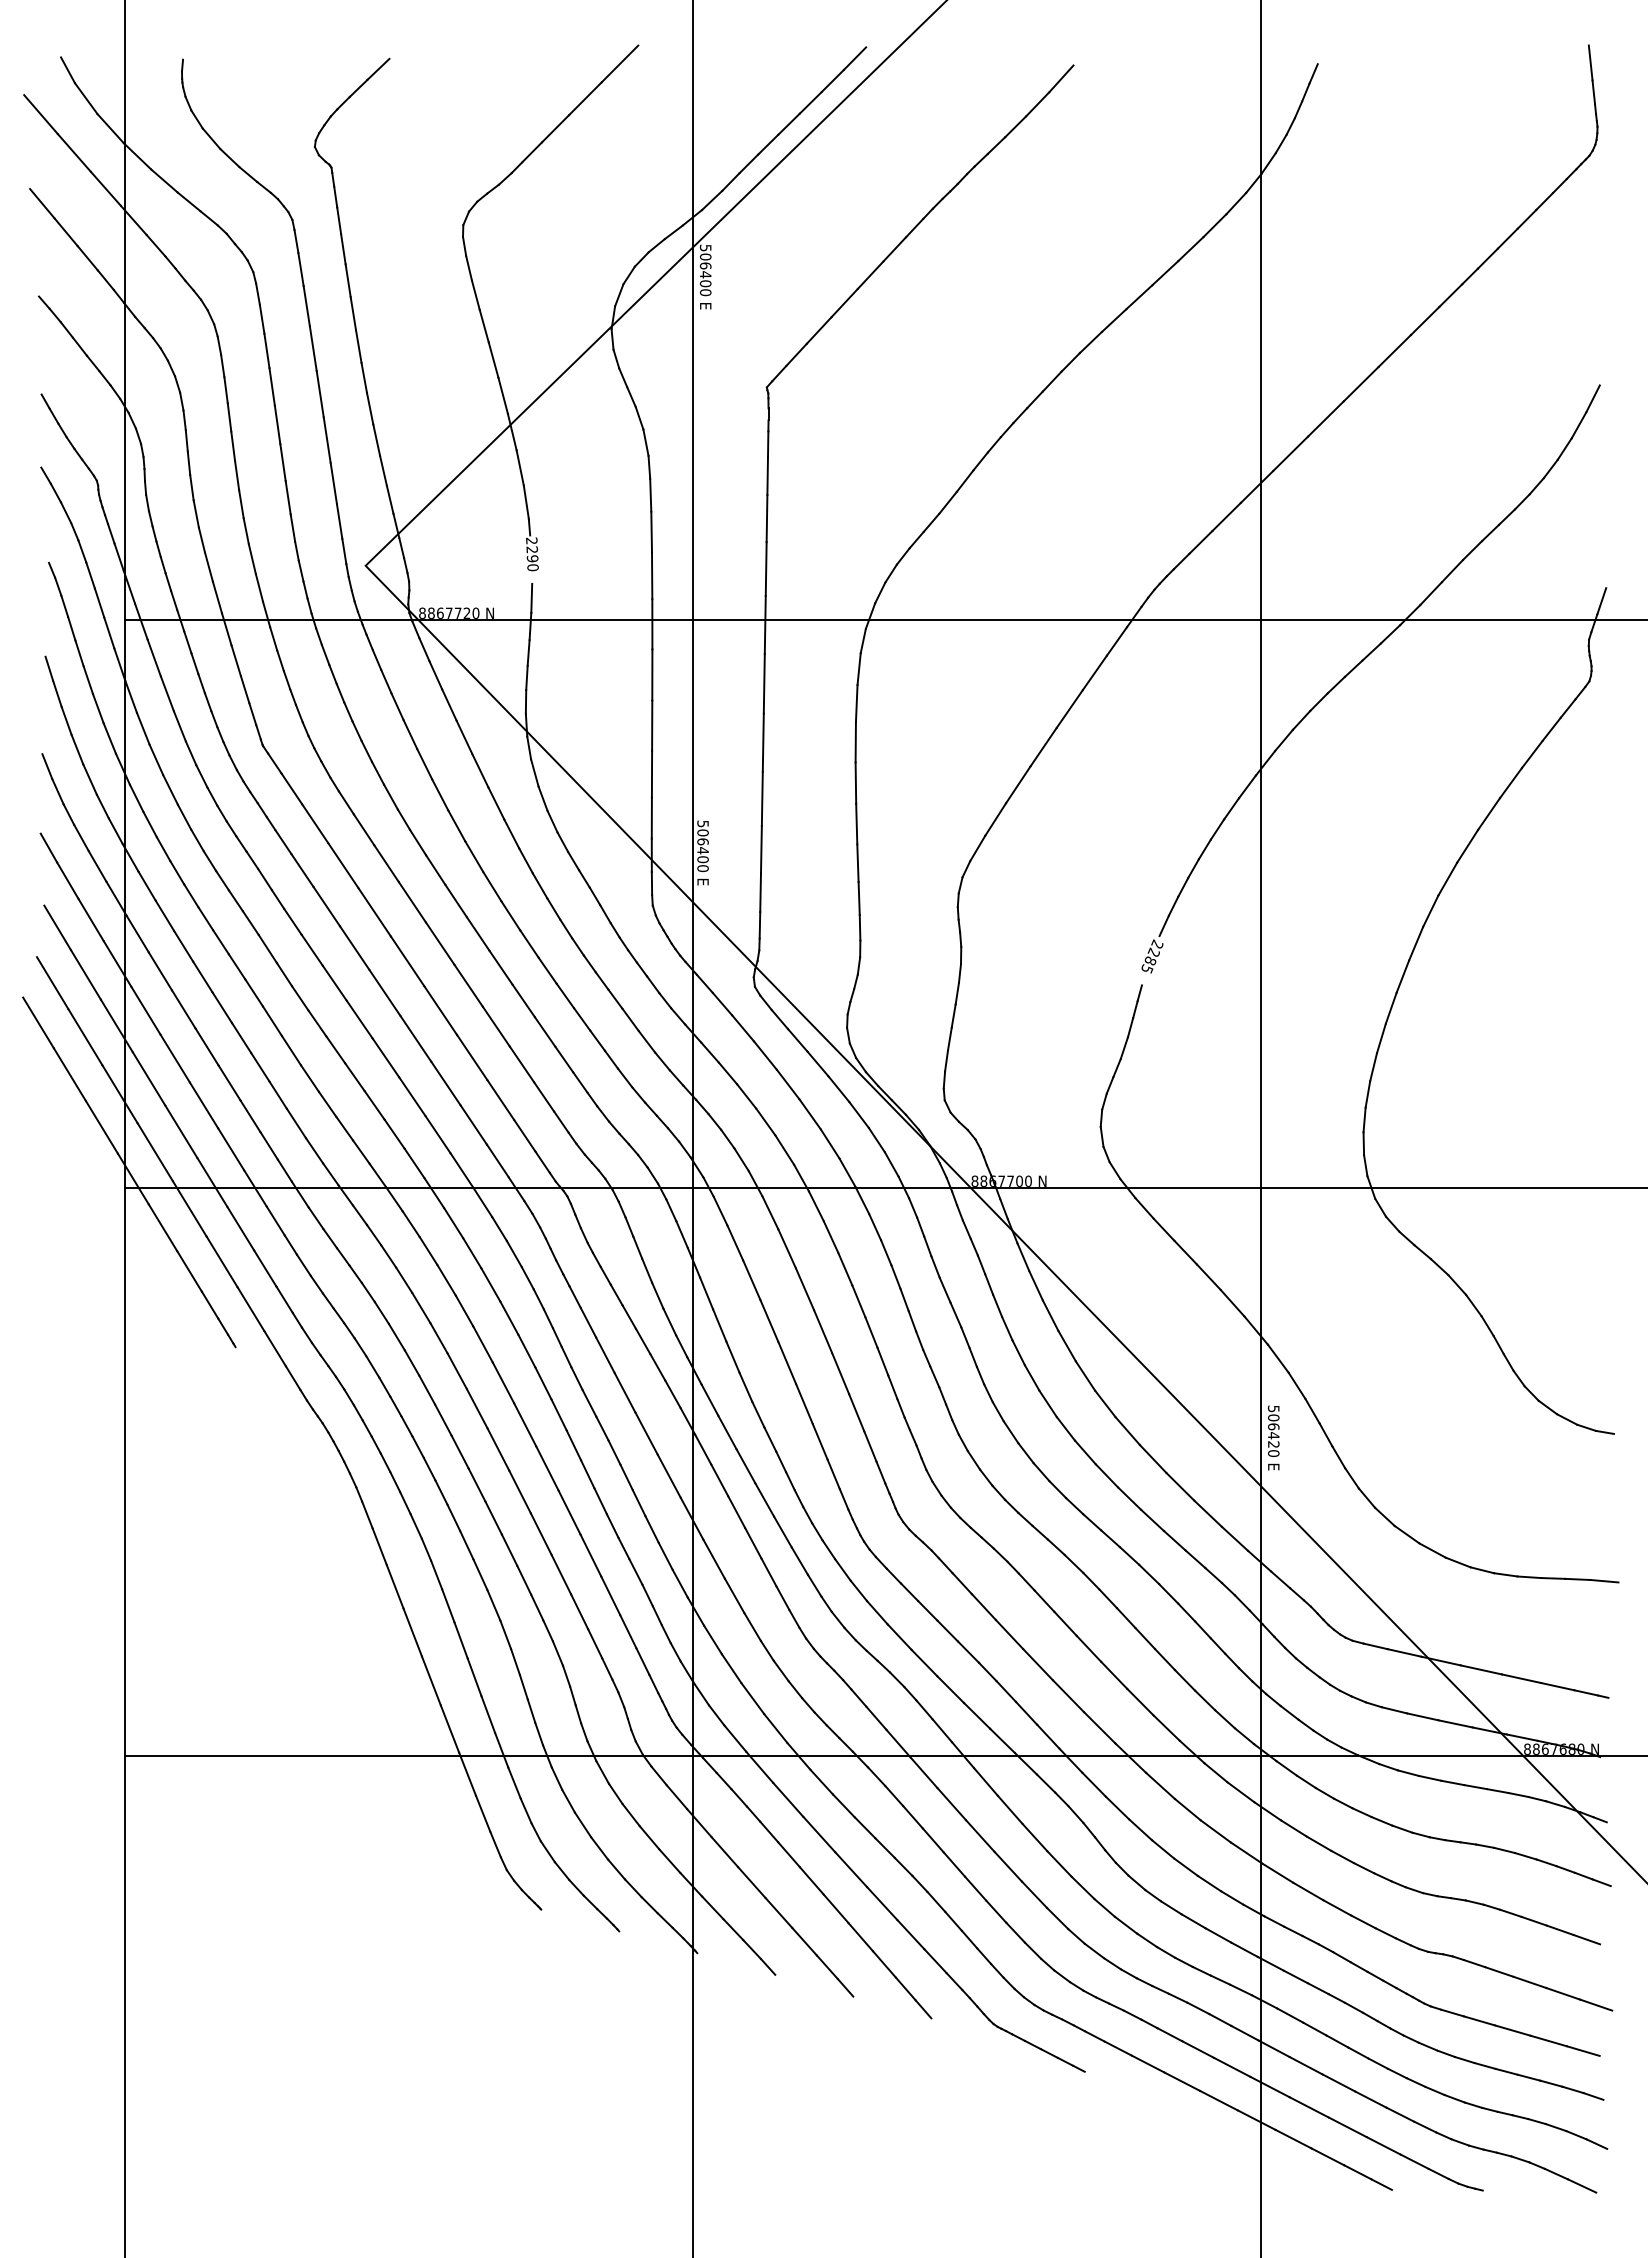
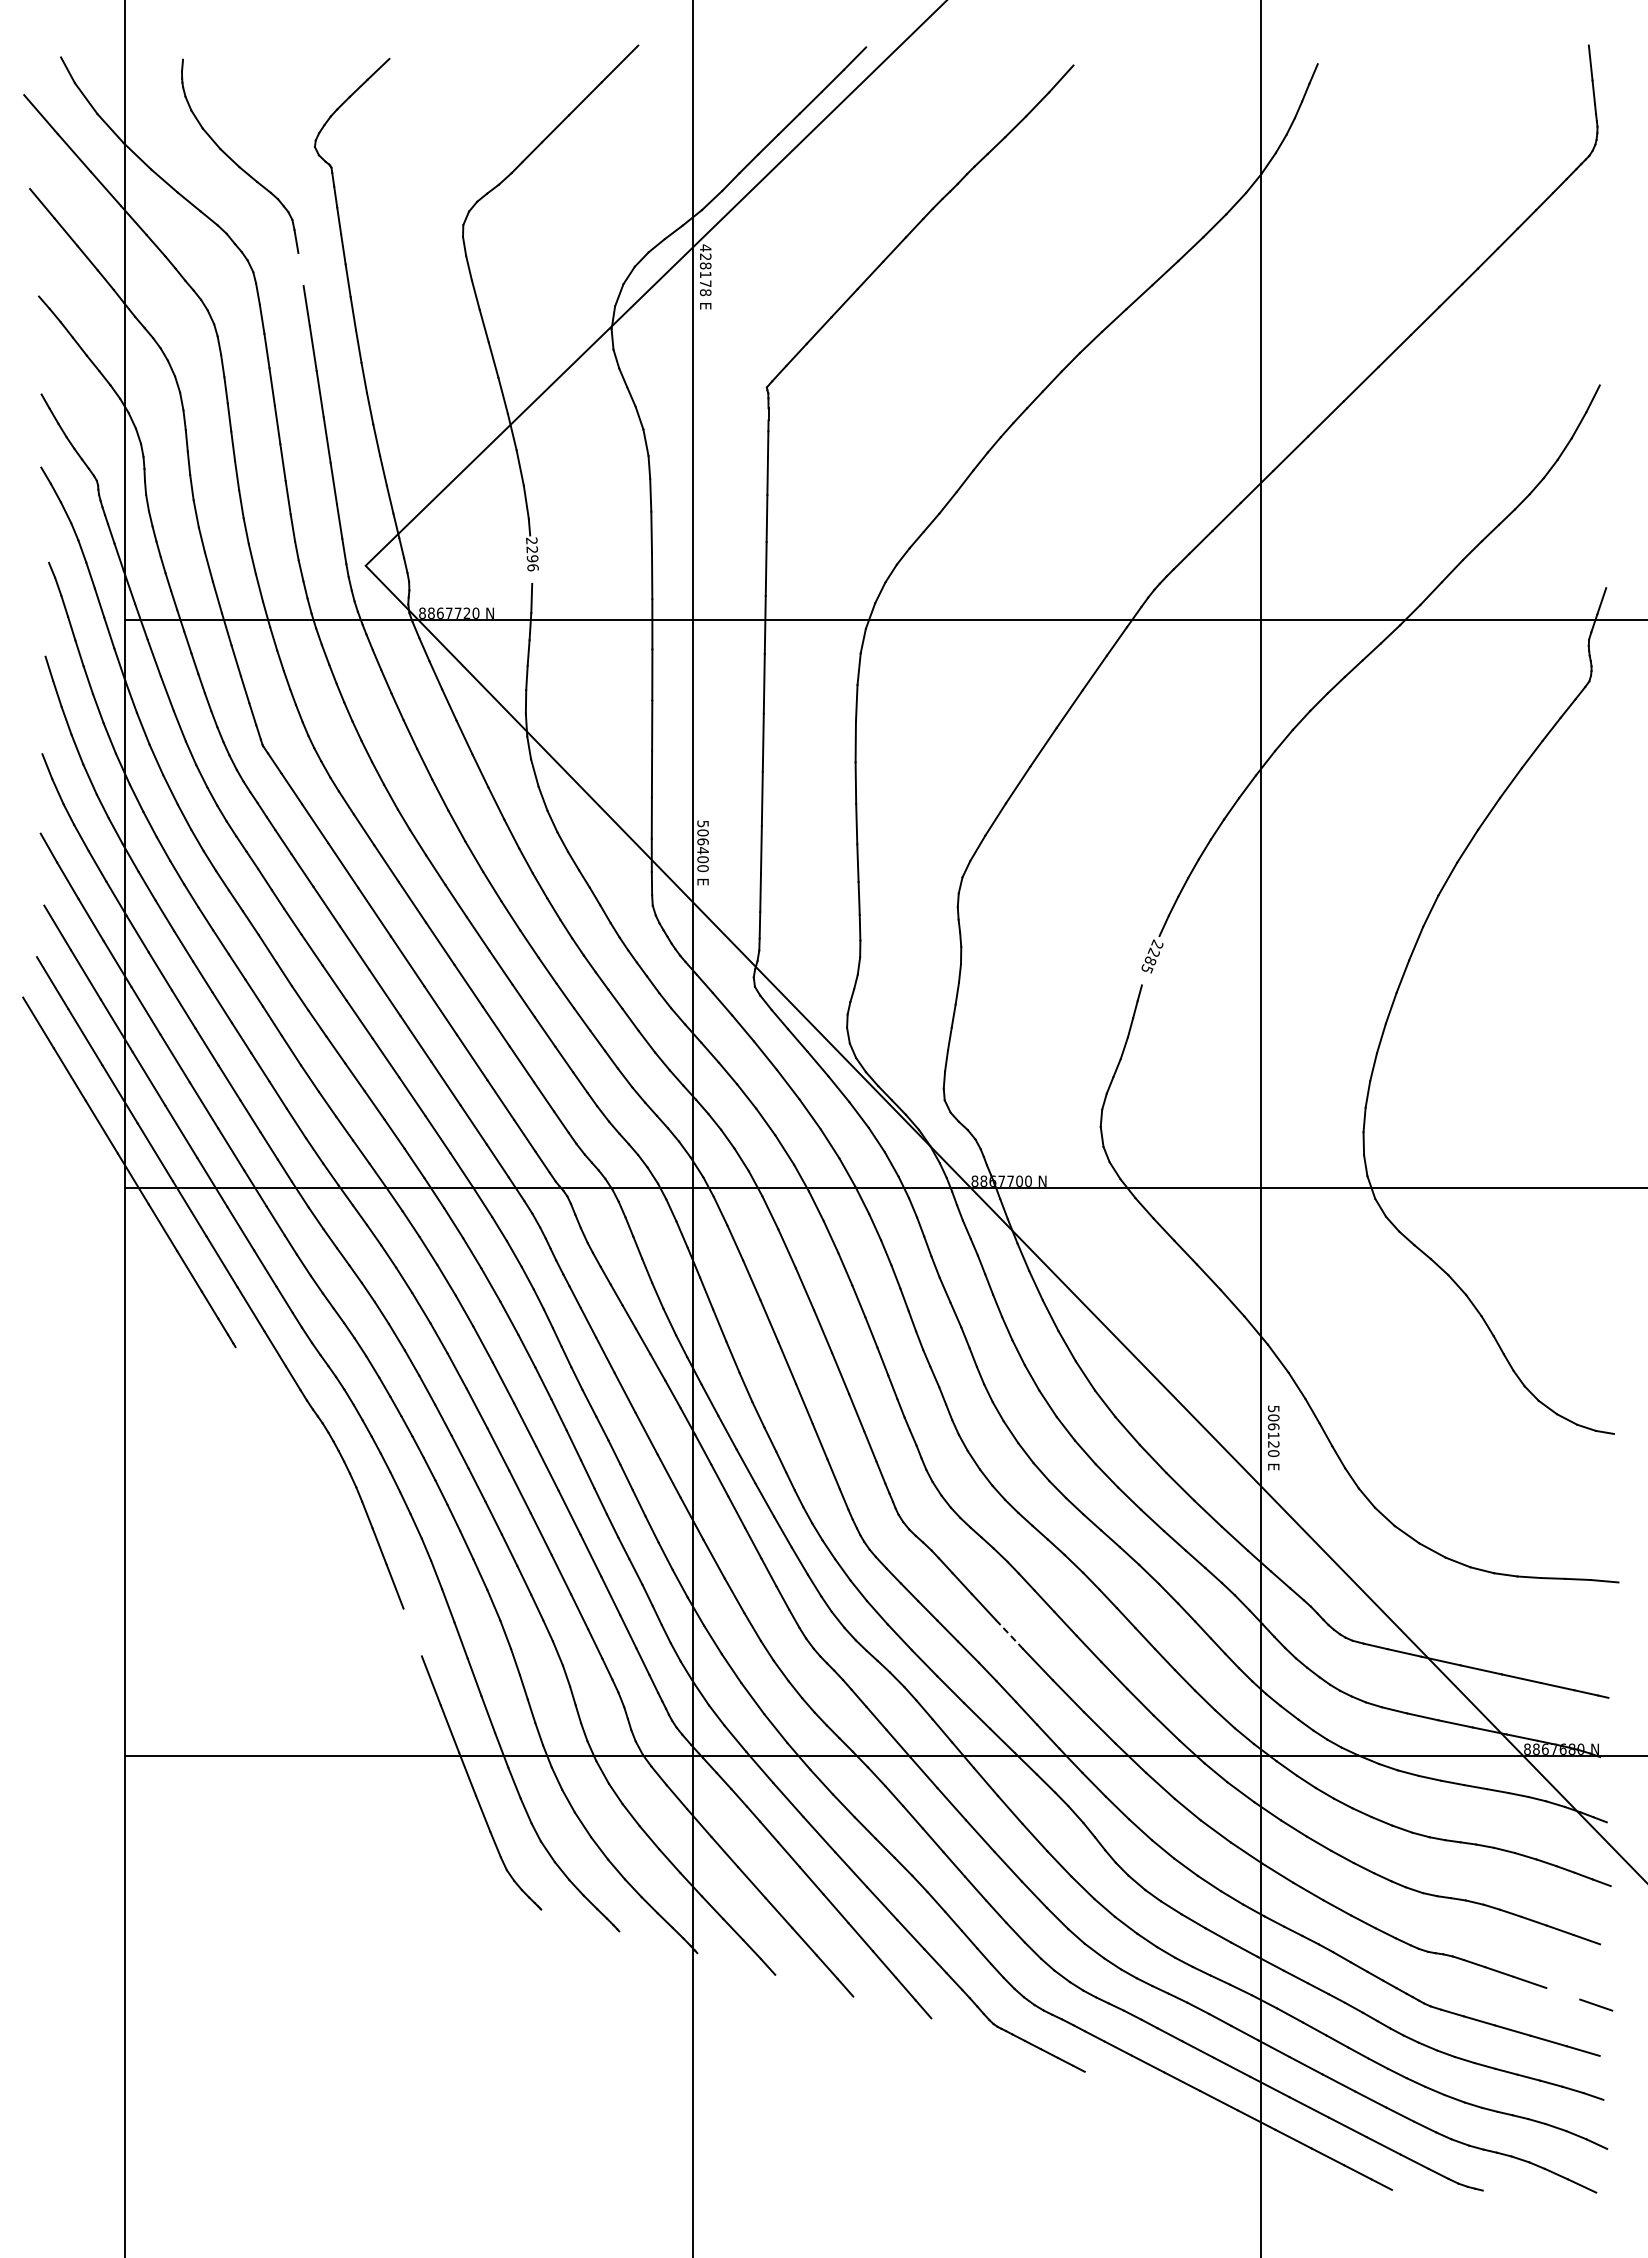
line at (300, 269): present -> none
text at (705, 270): 506400 -> 428178
text at (532, 567): 2290 -> 2296
text at (1273, 1435): 506420 -> 506120
line at (412, 1632): present -> none
line at (1009, 1634): solid -> dashed
line at (1563, 1993): present -> none
